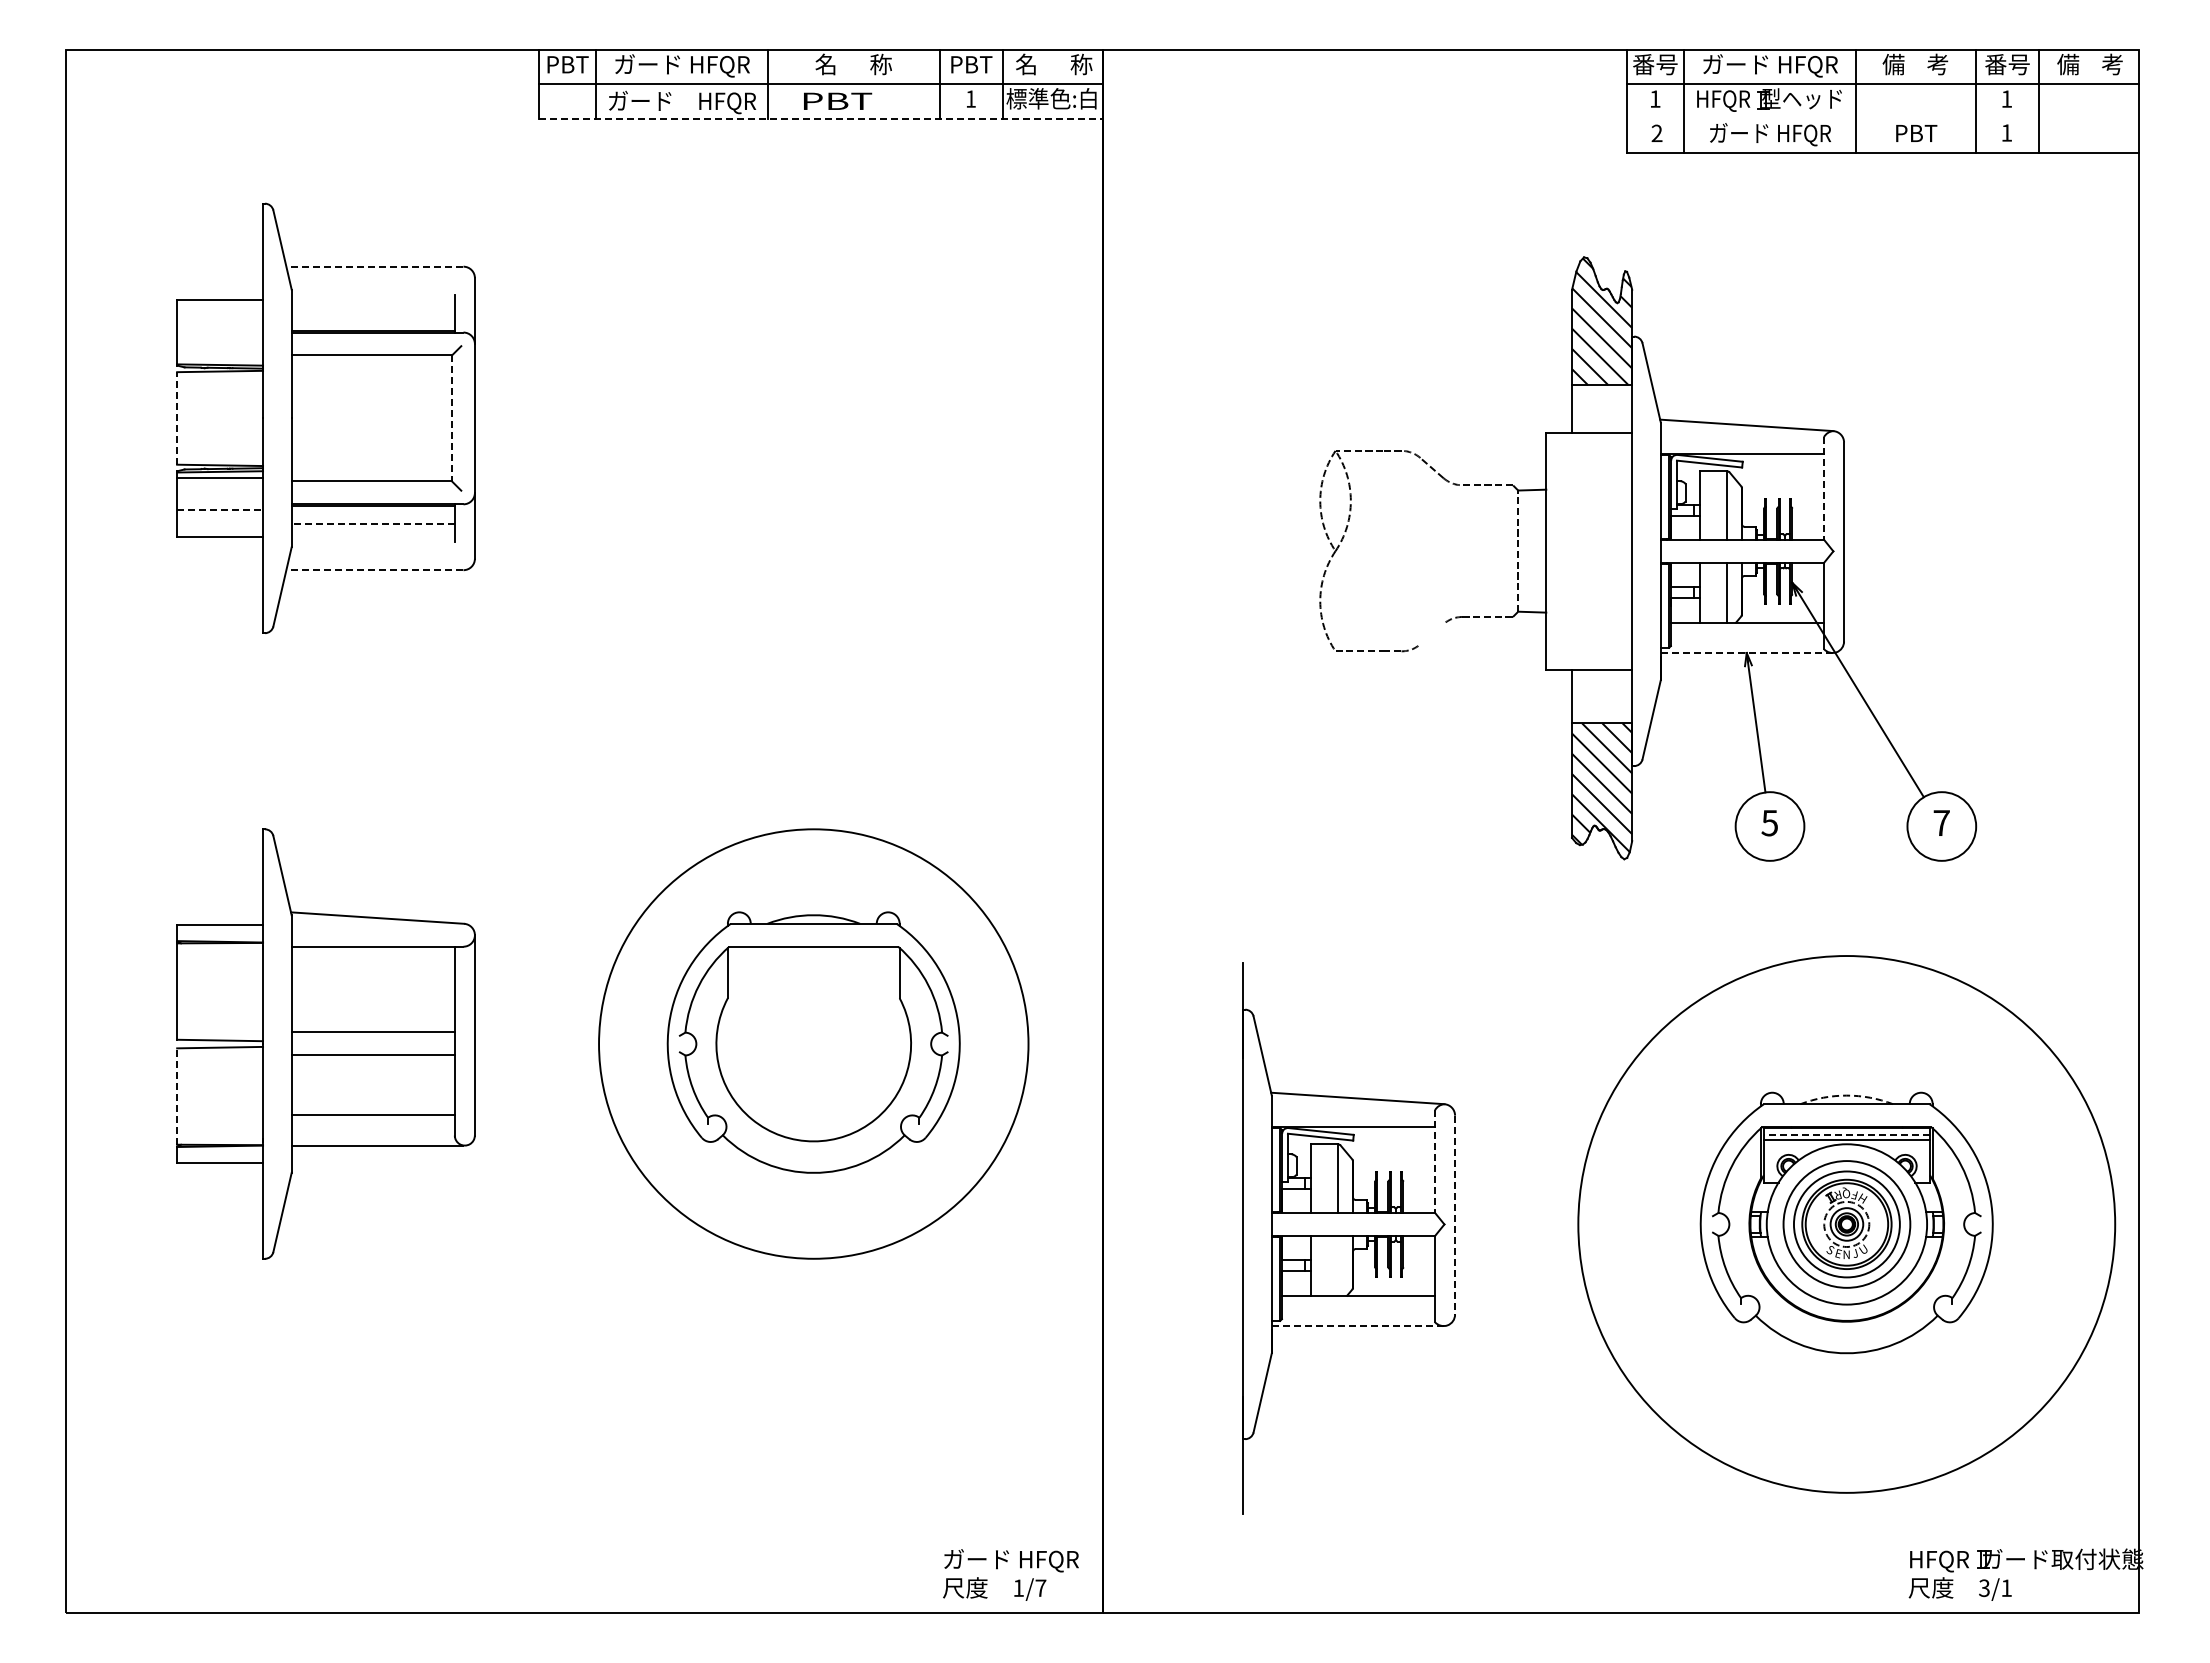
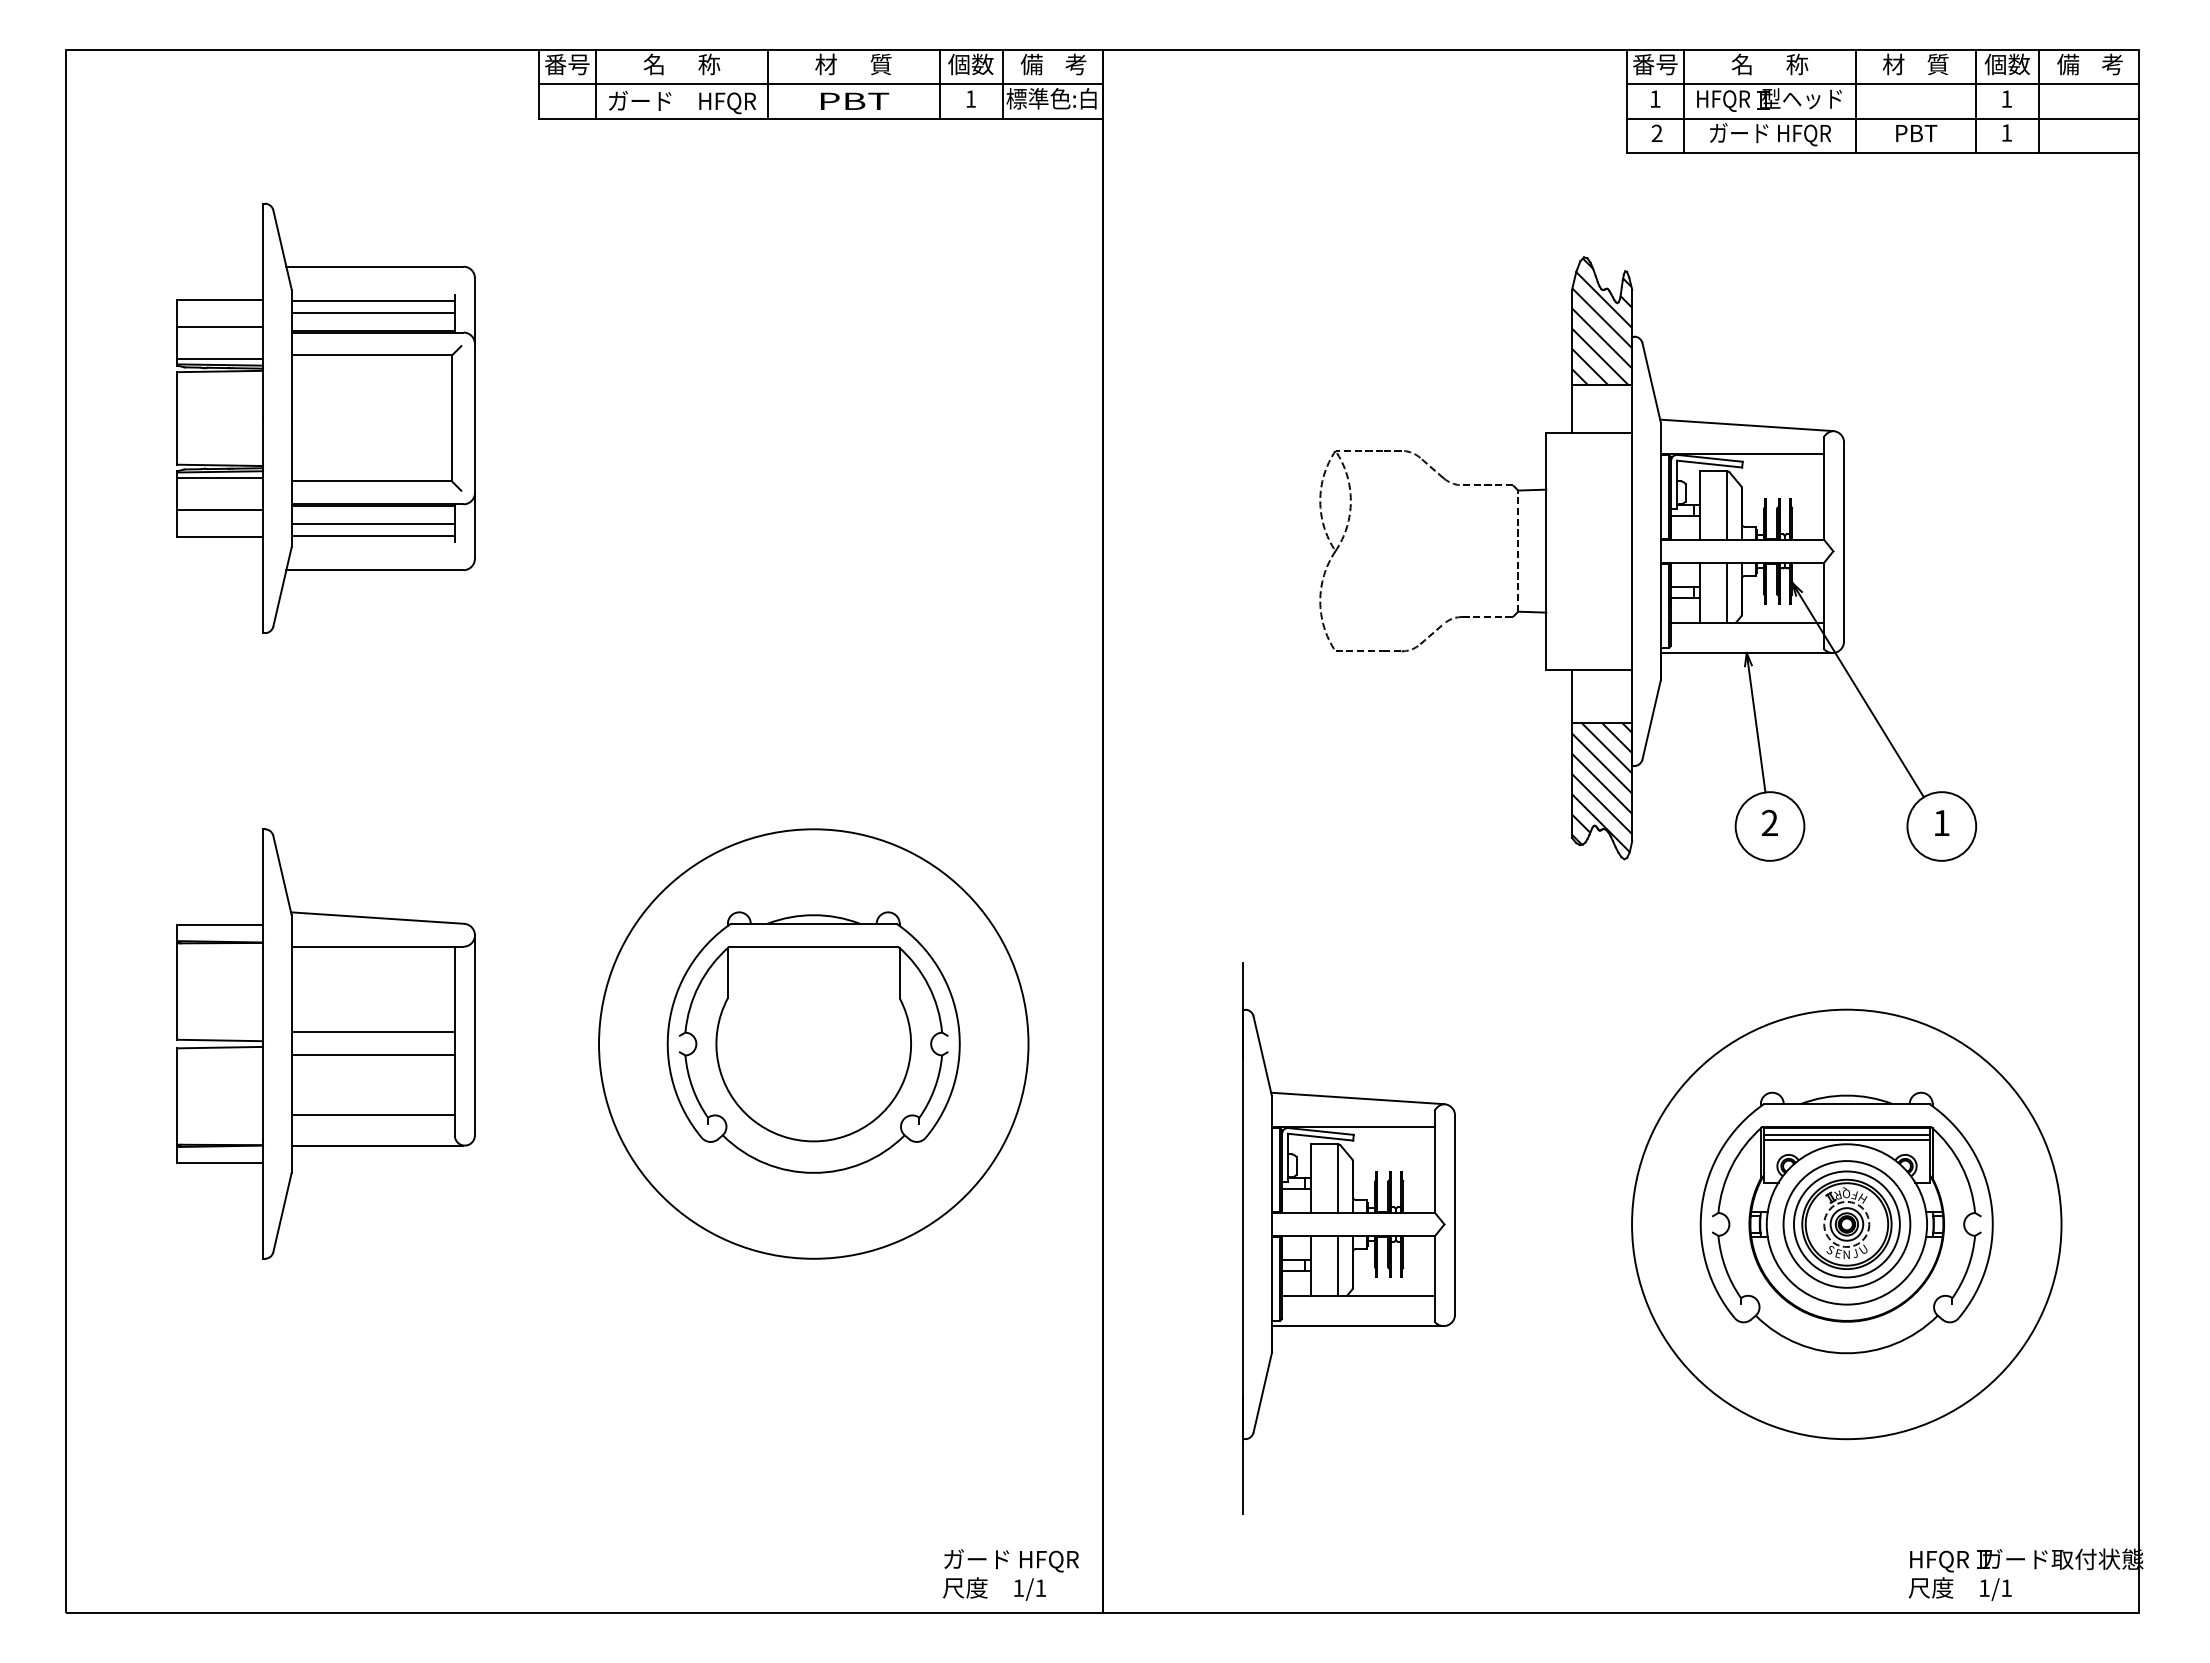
text at (567, 64): PBT -> 番号
text at (853, 64): 名      称 -> 材      質
text at (970, 64): PBT -> 個数
text at (1054, 64): 名      称 -> 備    考
text at (1915, 64): 備    考 -> 材    質
text at (2006, 64): 番号 -> 個数
text at (682, 65): ガード HFQR -> 名      称
text at (1770, 65): ガード HFQR -> 名      称
text at (838, 100) position: (838, 100) -> (855, 100)
line at (821, 118): dashed -> solid
line at (1882, 118): none -> present
line at (374, 266): dashed -> solid
line at (372, 301): none -> present
line at (372, 312): none -> present
line at (220, 326): none -> present
line at (220, 359): none -> present
line at (177, 417): dashed -> solid
line at (452, 418): dashed -> solid
line at (1824, 488): dashed -> solid
line at (220, 510): dashed -> solid
line at (373, 524): dashed -> solid
line at (372, 535): none -> present
line at (374, 570): dashed -> solid
line at (1431, 634): none -> present
line at (1746, 653): dashed -> solid
text at (1769, 822): 5 -> 2
text at (1941, 822): 7 -> 1
arc at (1846, 1095): dashed -> solid
line at (177, 1096): dashed -> solid
line at (1846, 1134): dashed -> solid
line at (1435, 1162): dashed -> solid
line at (1455, 1215): dashed -> solid
circle at (1846, 1224) diameter: 537 px -> 429 px
line at (1338, 1265): none -> present
line at (1357, 1326): dashed -> solid
text at (1040, 1587): 1/7 -> 1/1
text at (1984, 1588): 3/1 -> 1/1
